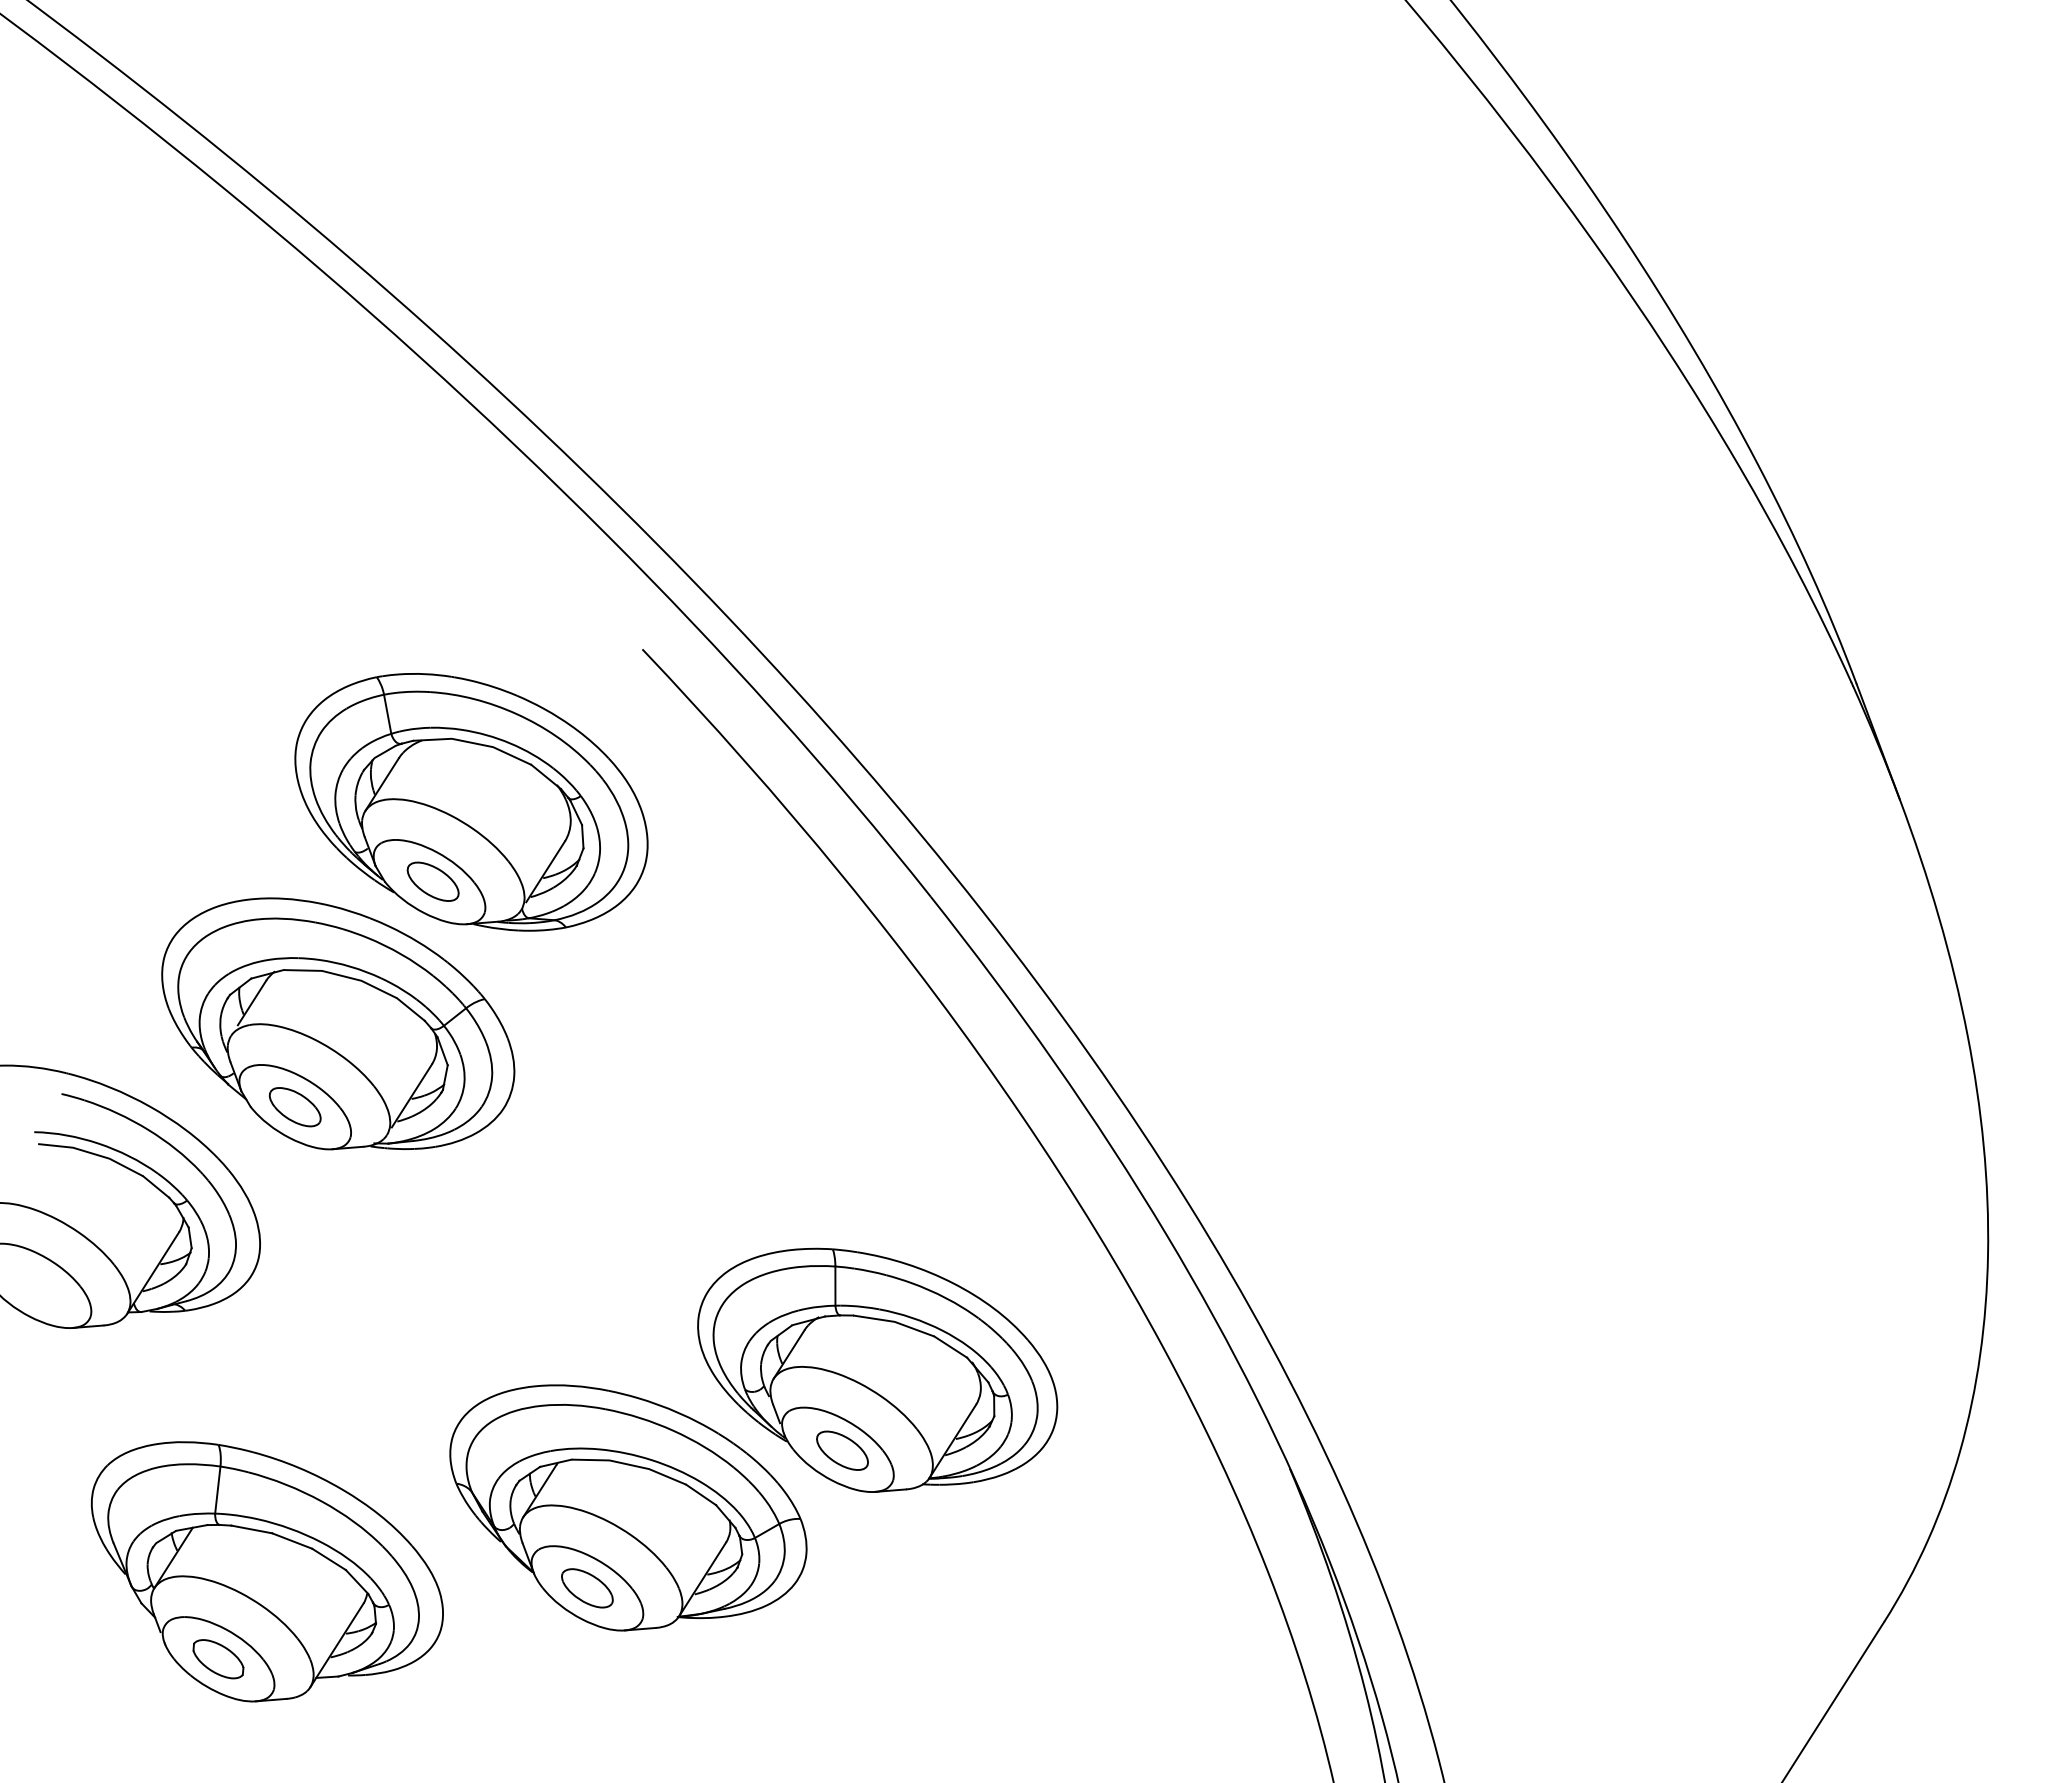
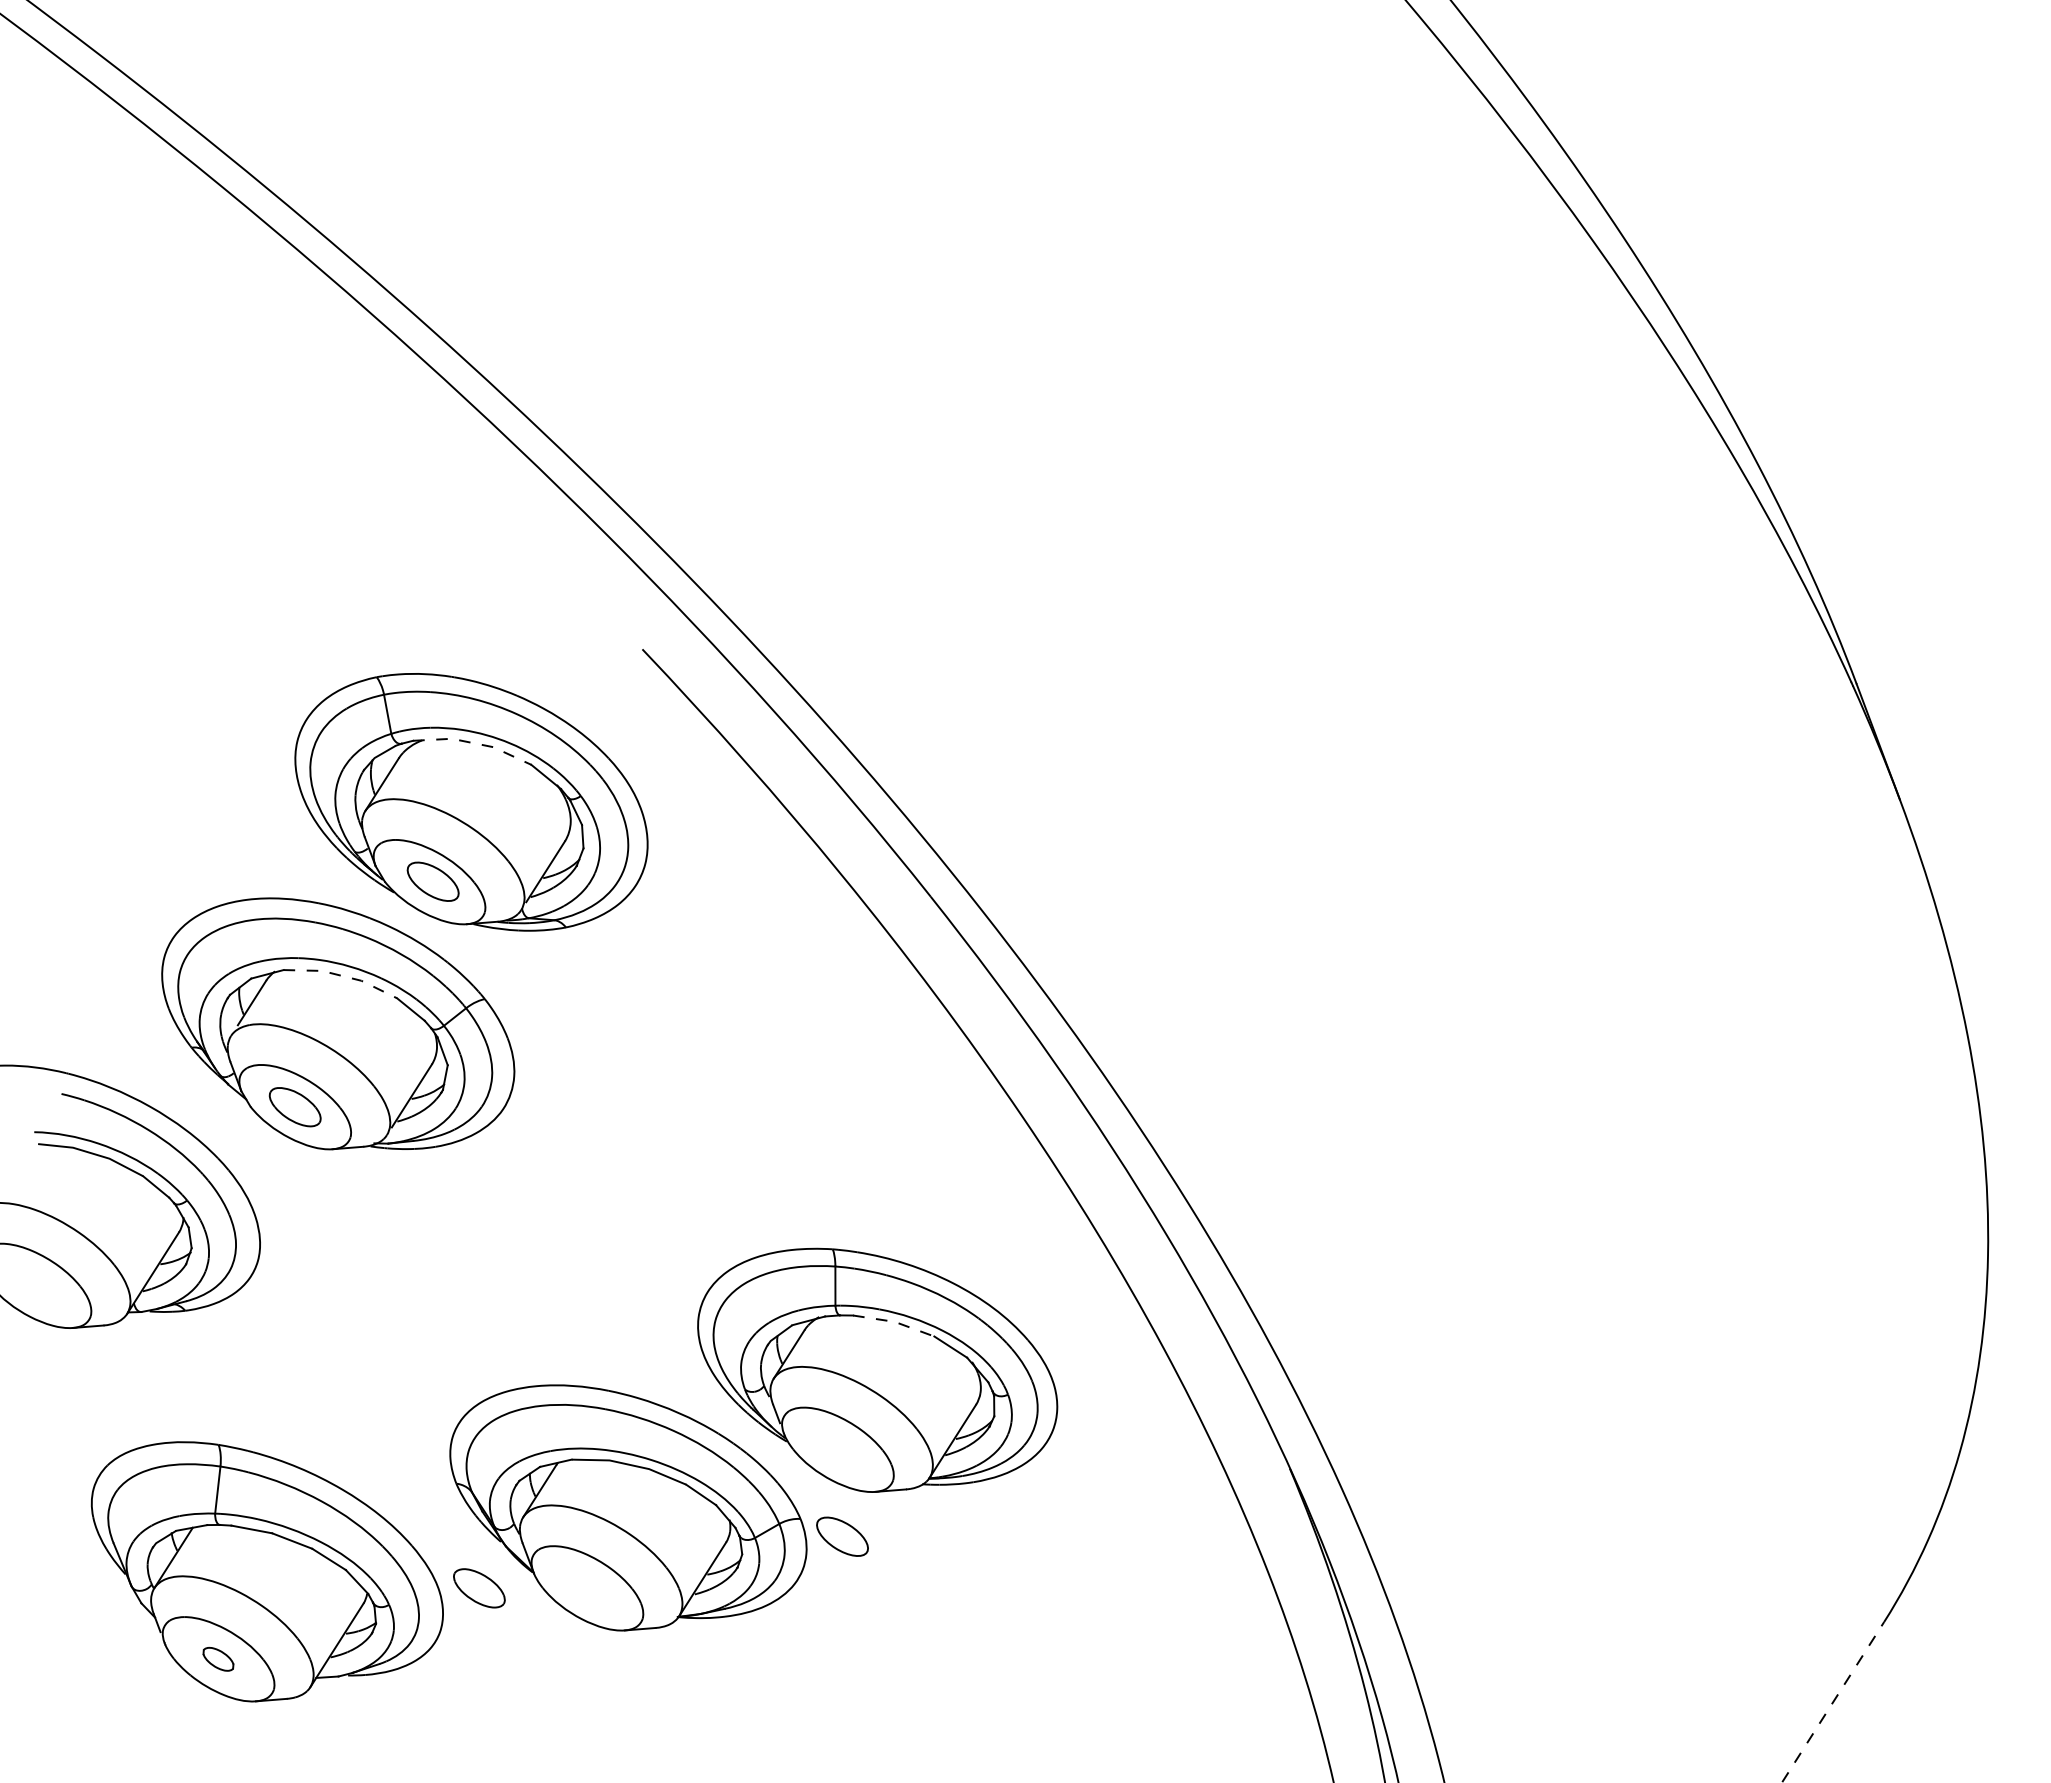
line at (474, 743): solid -> dashed
line at (342, 975): solid -> dashed
line at (894, 1321): solid -> dashed
part at (842, 1450) position: (842, 1450) -> (842, 1536)
part at (587, 1588) position: (587, 1588) -> (479, 1588)
part at (218, 1659) size: 53x41 px -> 33x26 px
line at (1833, 1702): solid -> dashed
